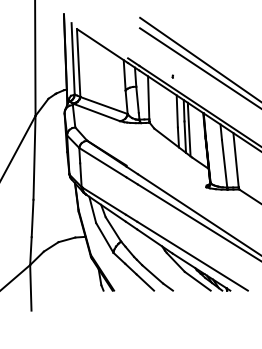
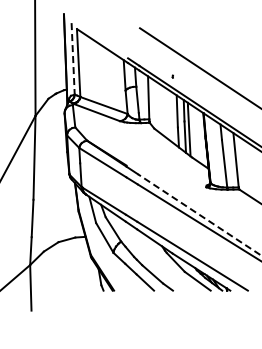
line at (73, 58): solid -> dashed
line at (199, 58): present -> none
line at (199, 214): solid -> dashed
